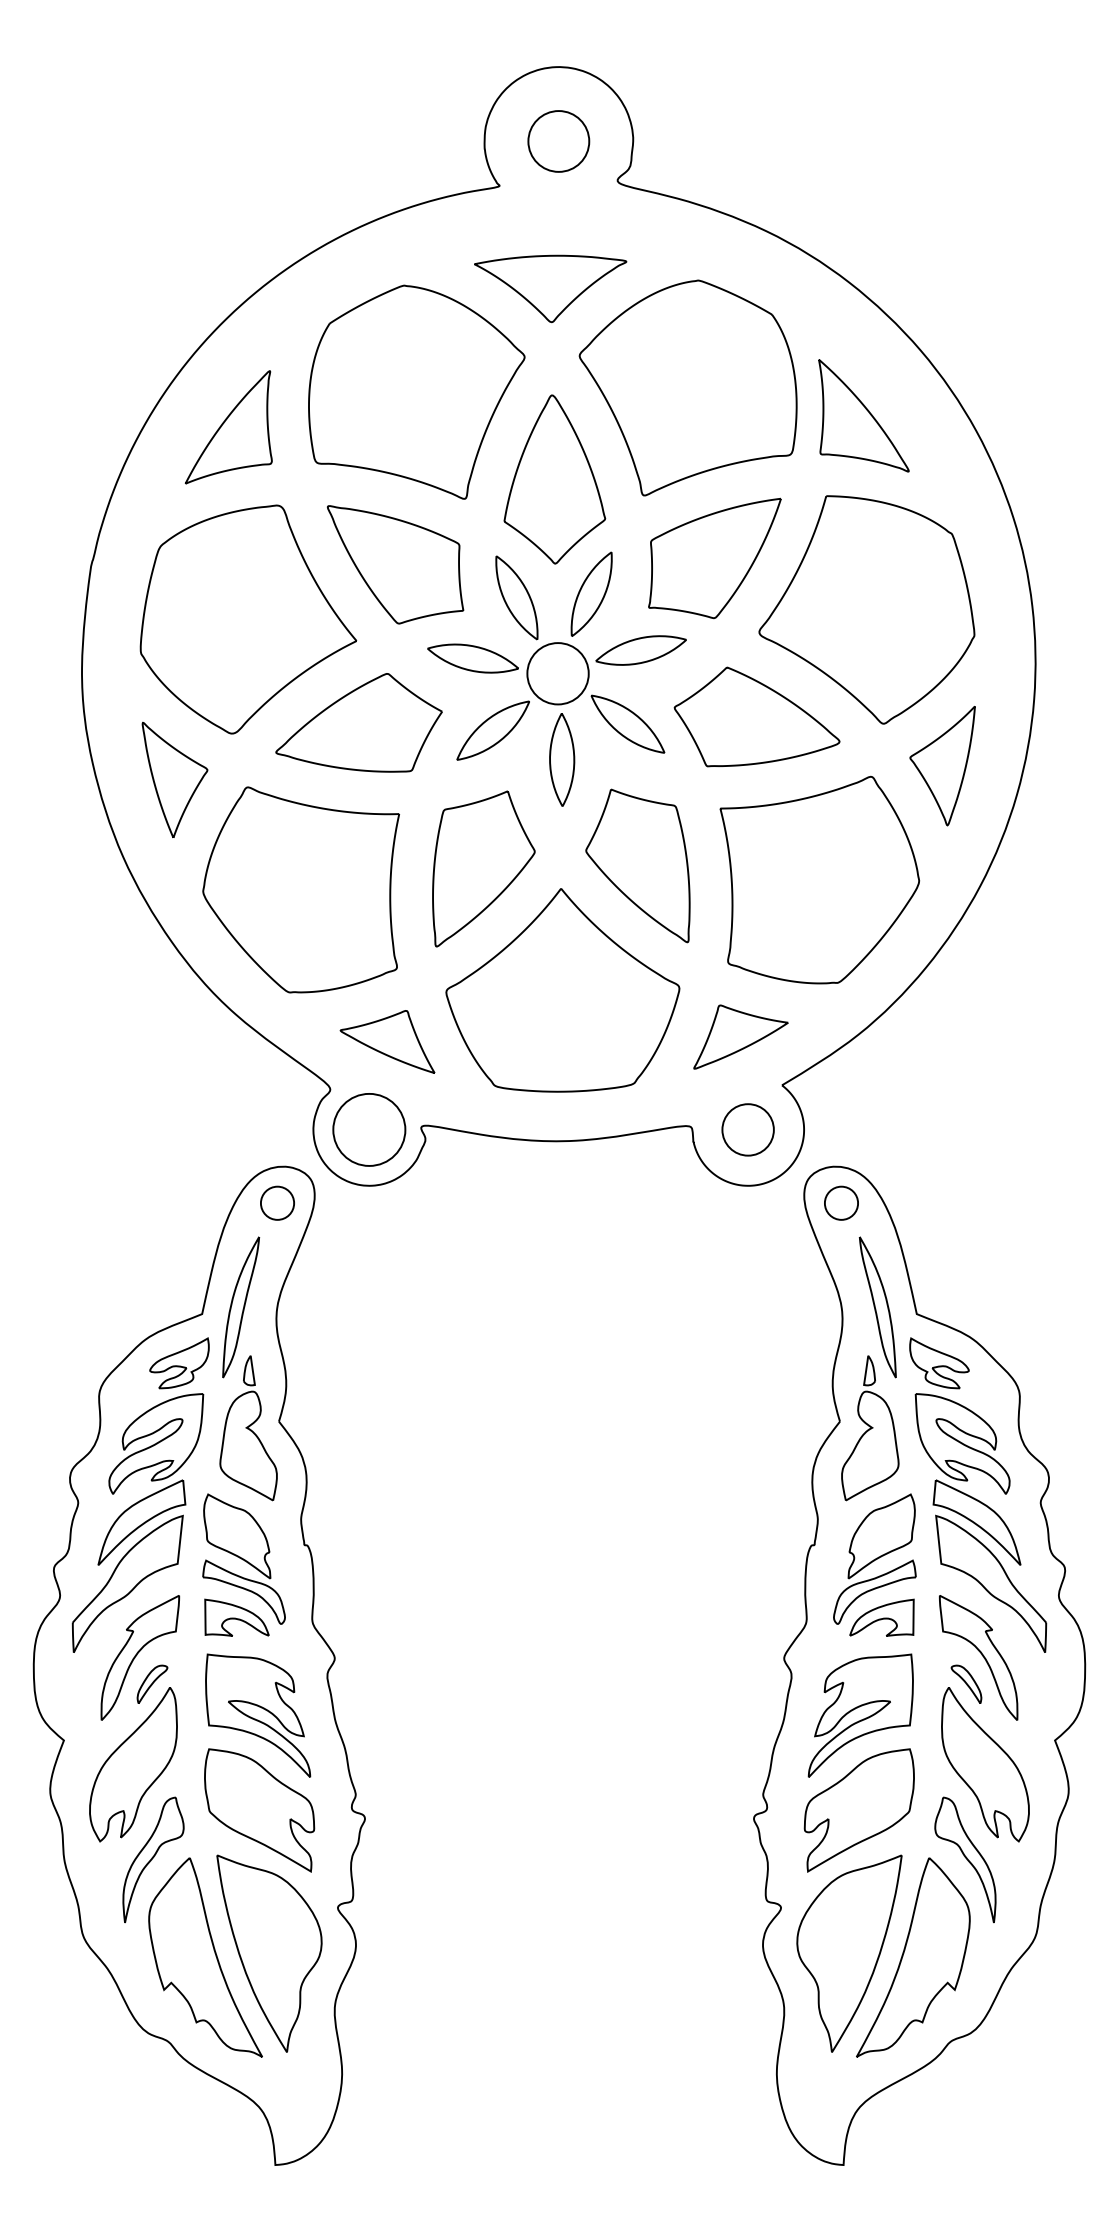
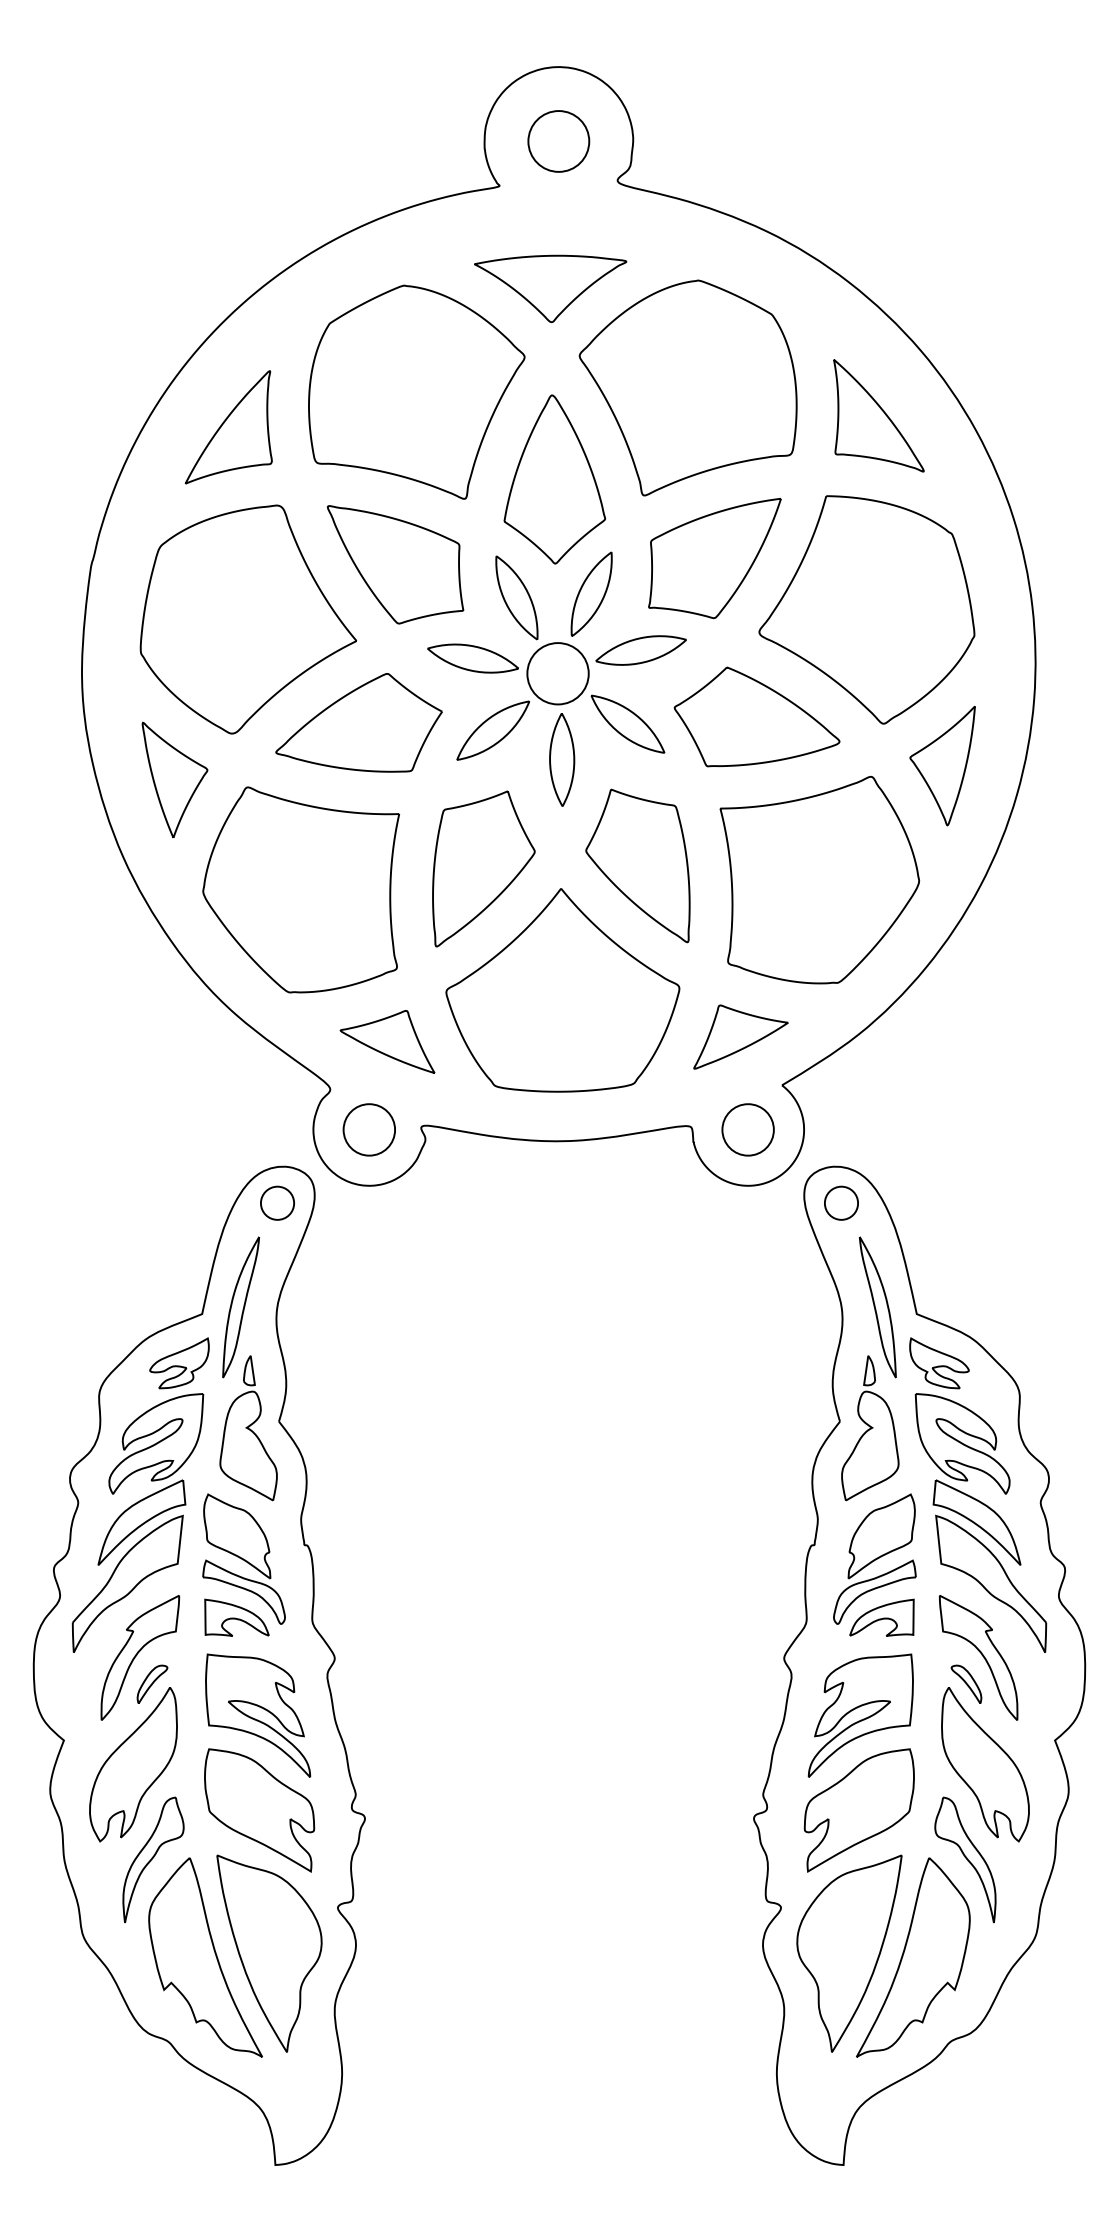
part at (863, 415) position: (863, 415) -> (878, 415)
circle at (369, 1129) diameter: 72 px -> 51 px
